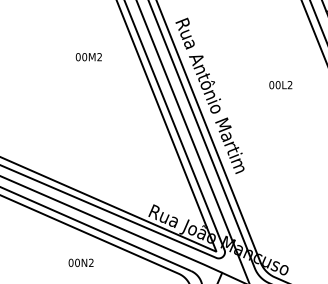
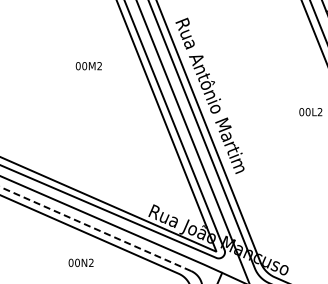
text at (88, 57) position: (88, 57) -> (88, 66)
text at (280, 85) position: (280, 85) -> (310, 112)
line at (95, 228): solid -> dashed
